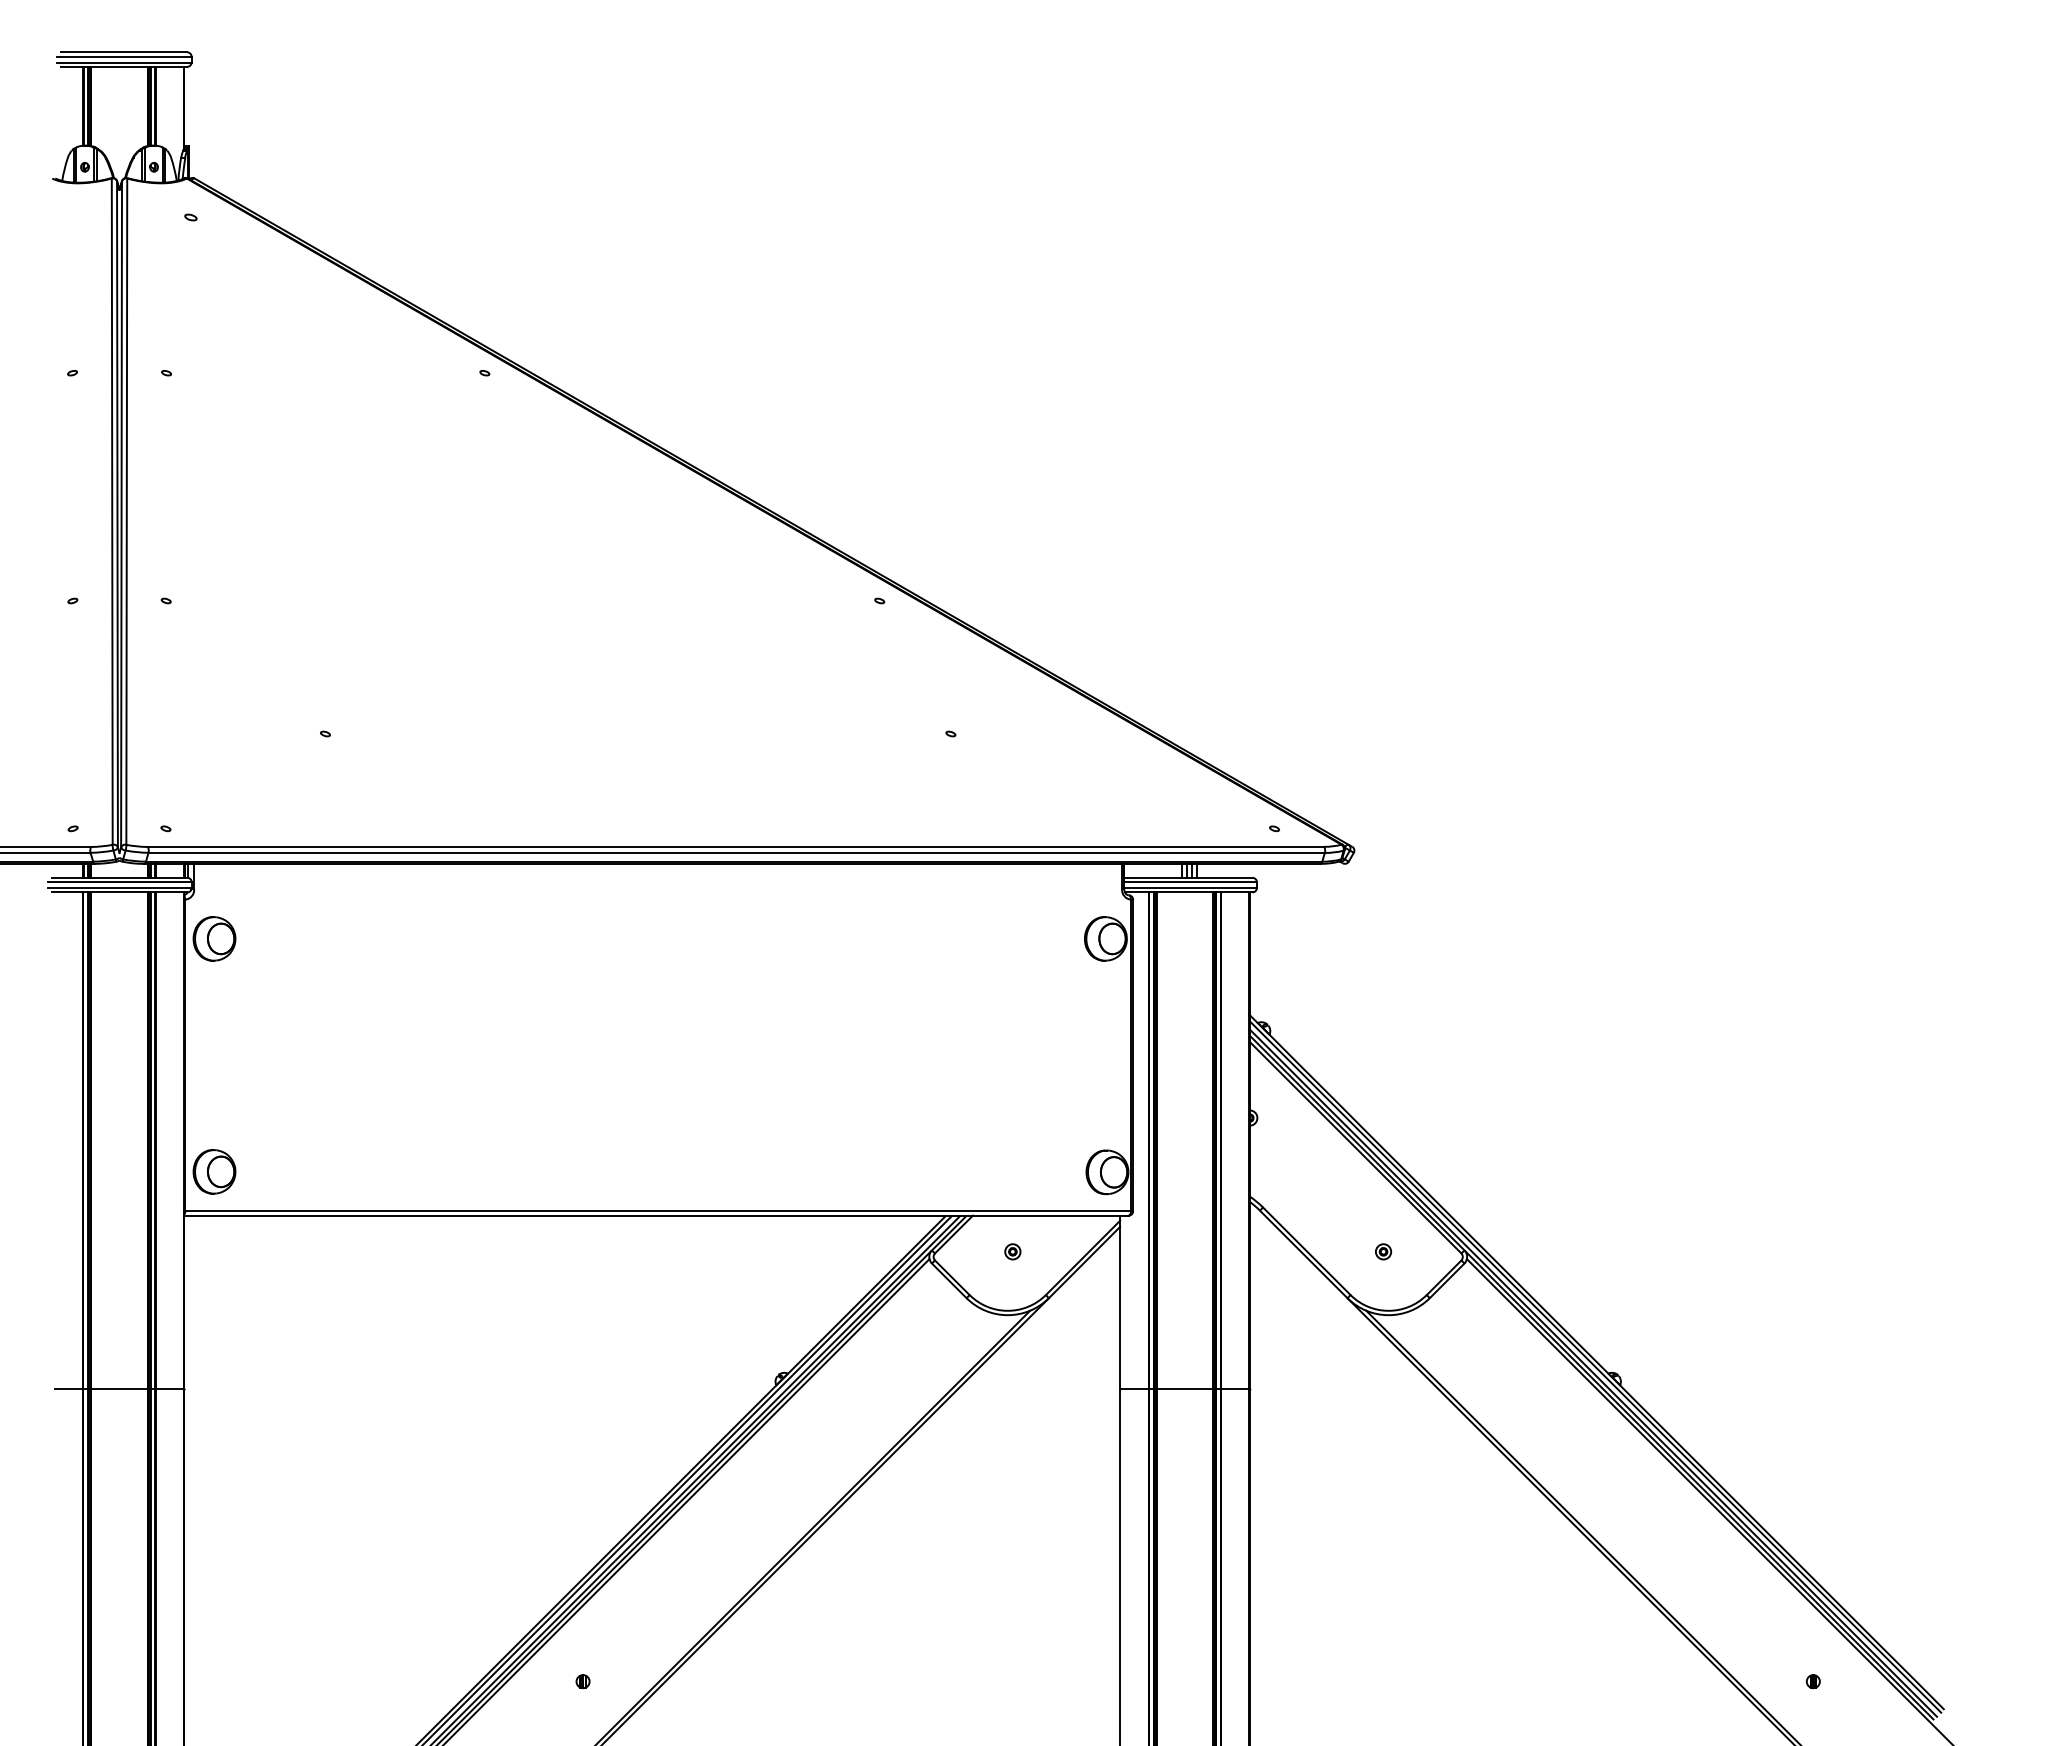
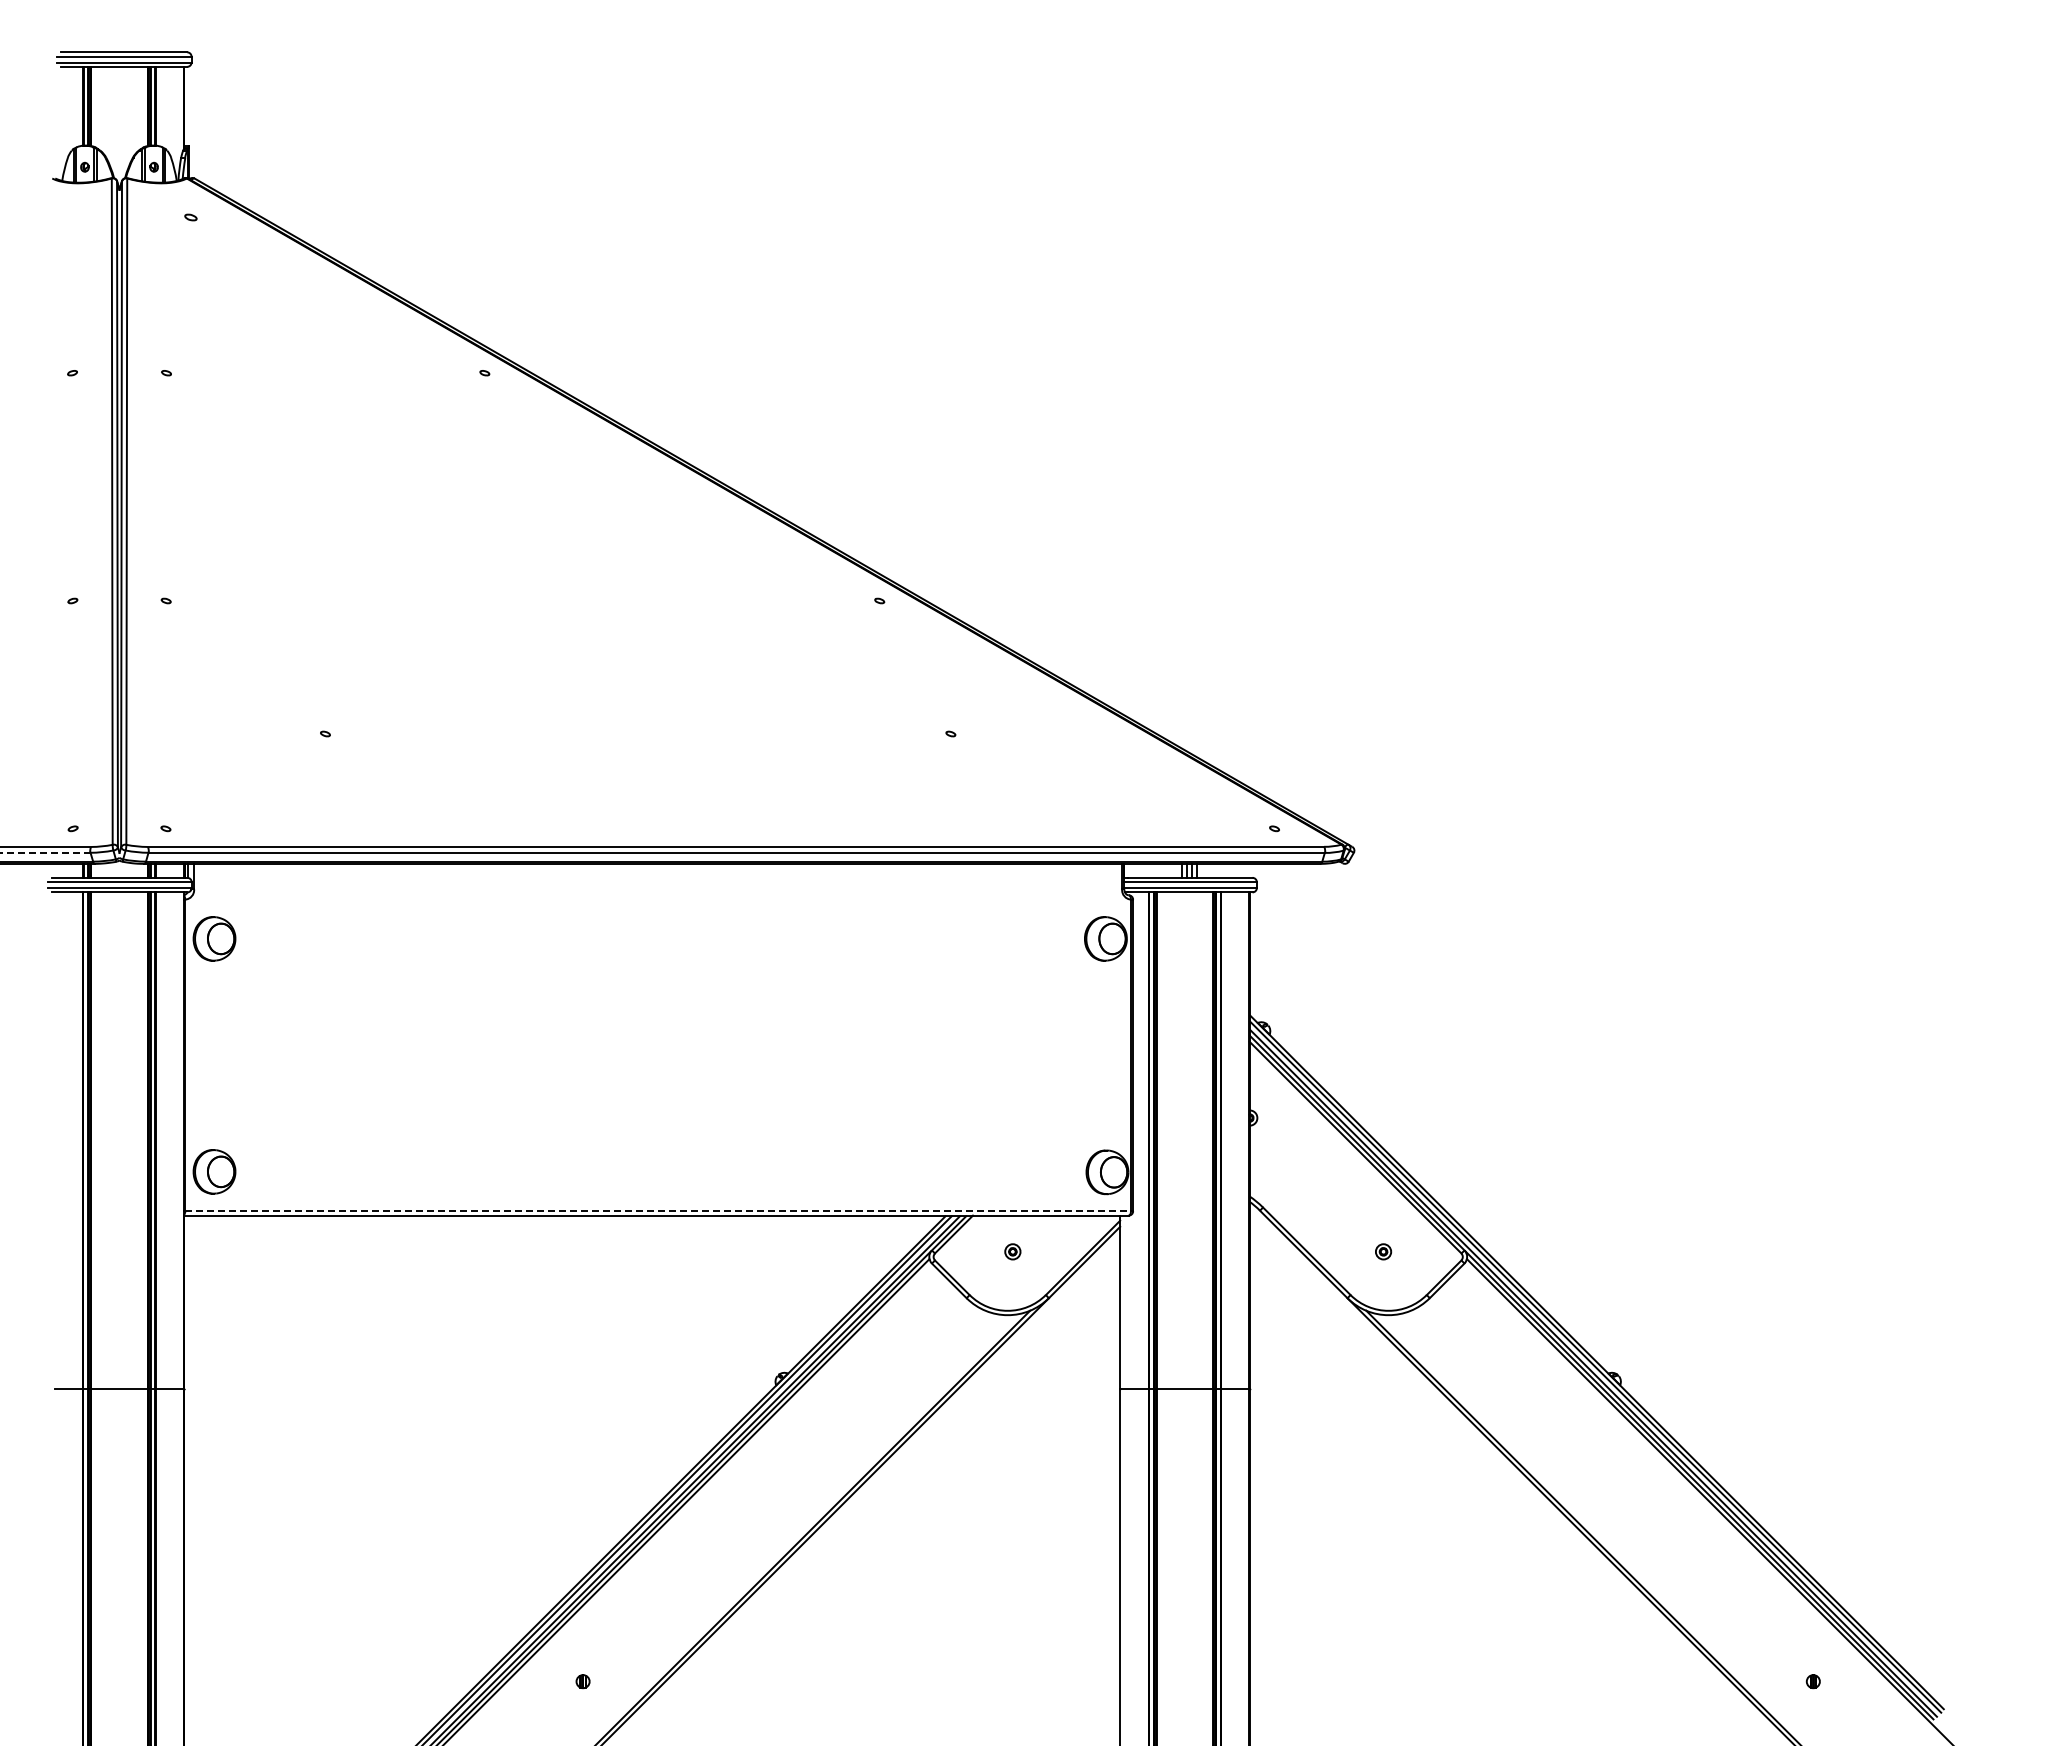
line at (45, 852): solid -> dashed
line at (658, 1211): solid -> dashed
